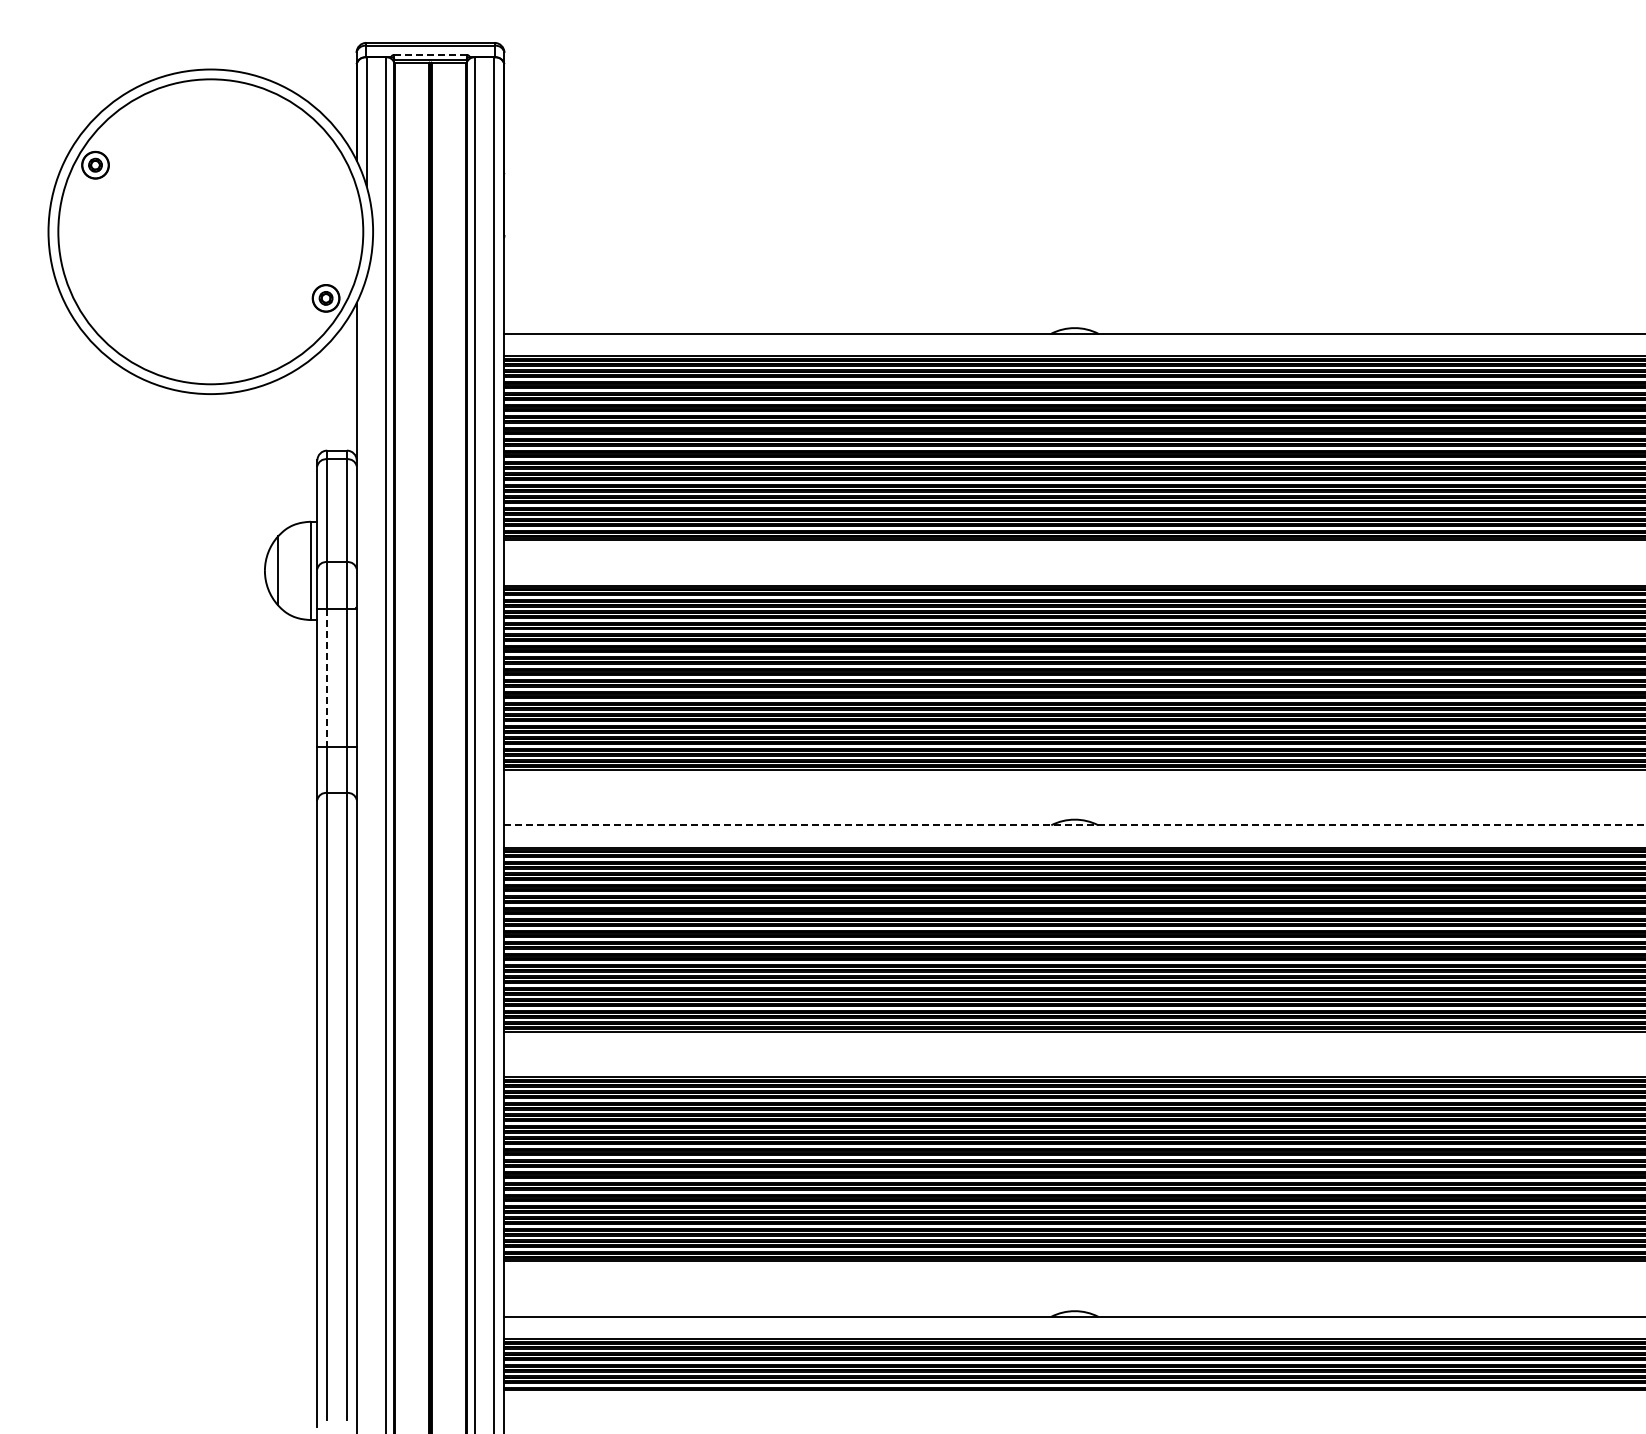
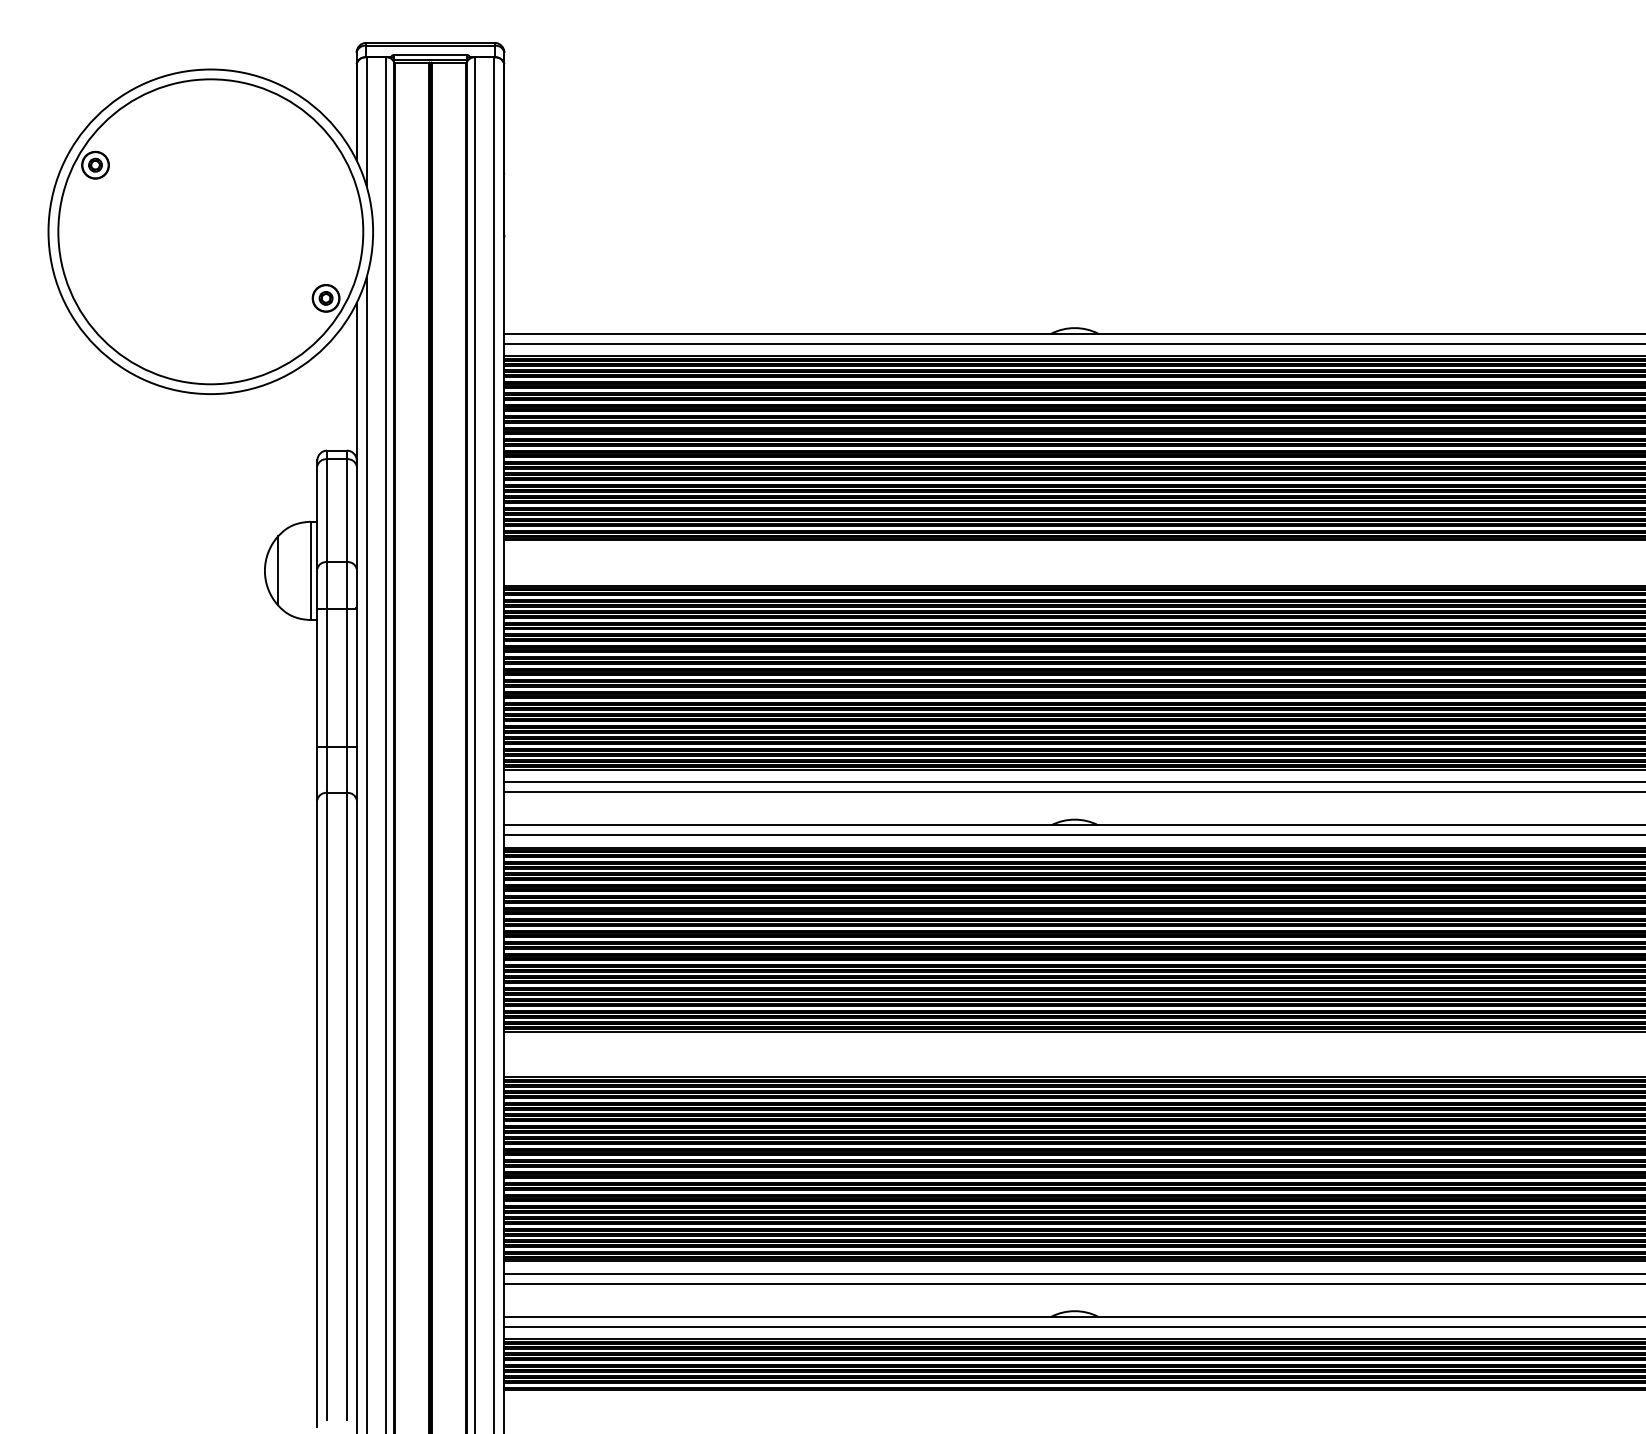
line at (431, 55): dashed -> solid
line at (1073, 343): none -> present
line at (327, 678): dashed -> solid
line at (1073, 782): none -> present
line at (1073, 792): none -> present
line at (1075, 825): dashed -> solid
line at (1073, 835): none -> present
line at (366, 853): none -> present
line at (1073, 1273): none -> present
line at (1073, 1283): none -> present
line at (1073, 1326): none -> present
